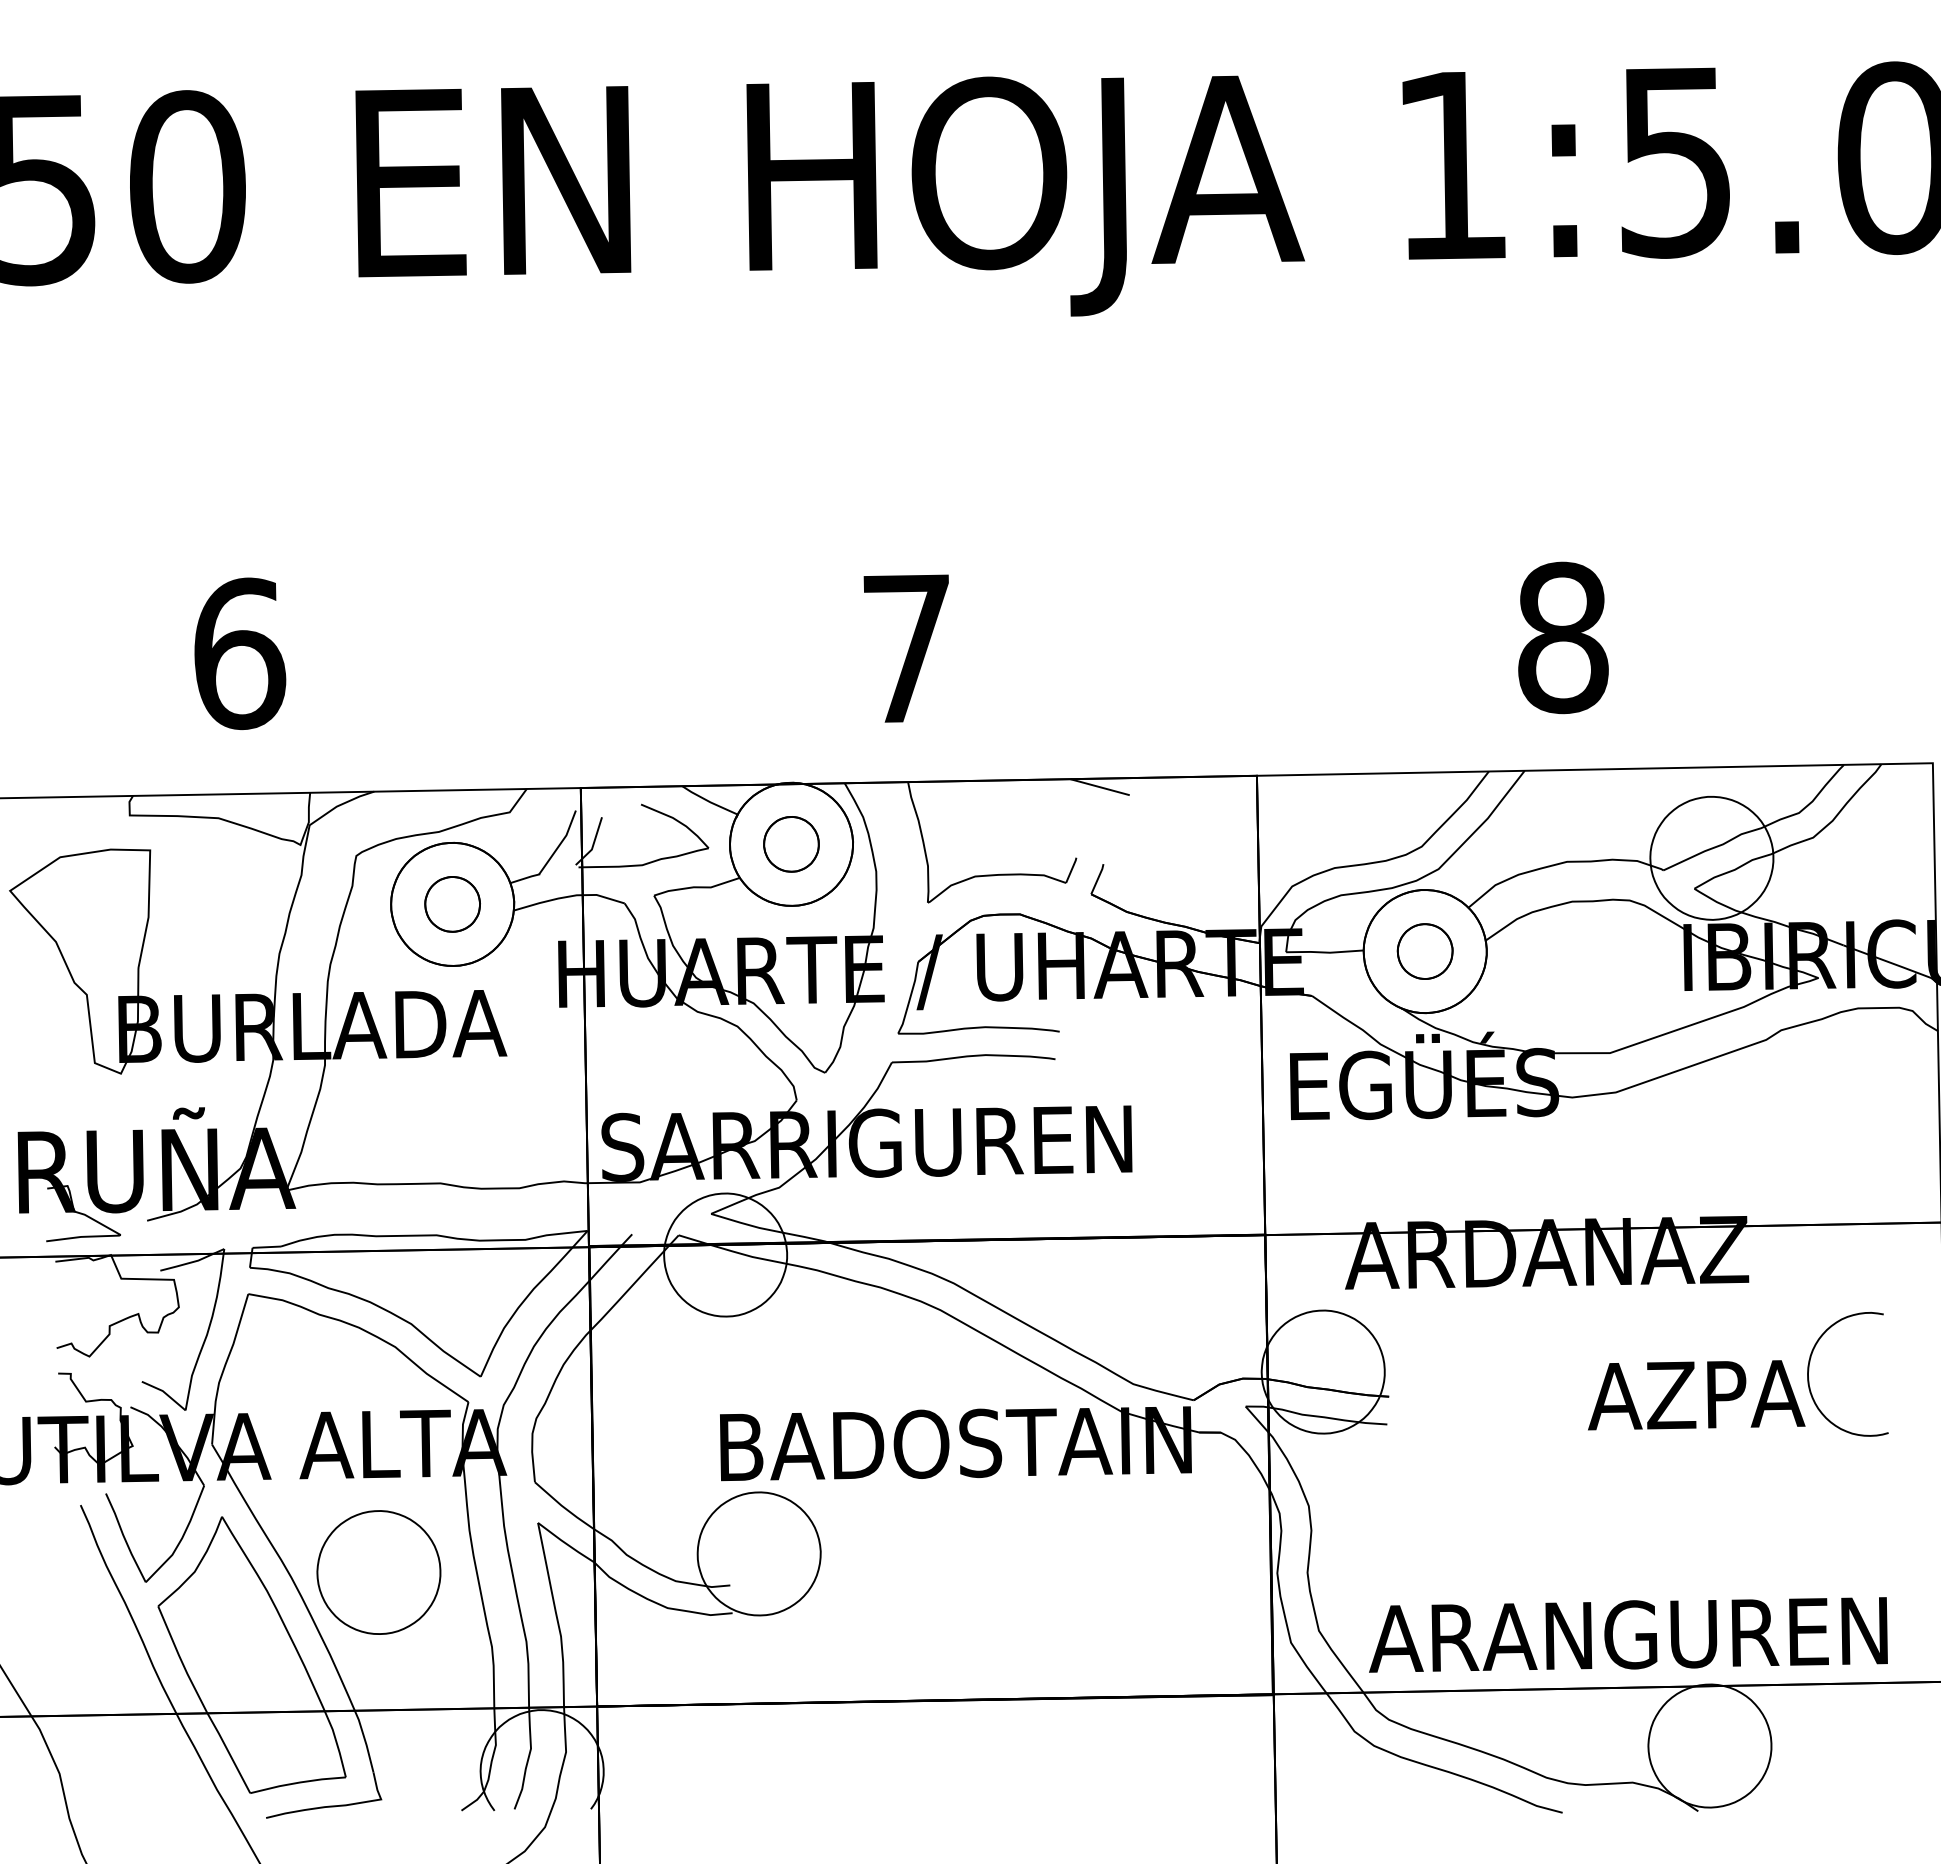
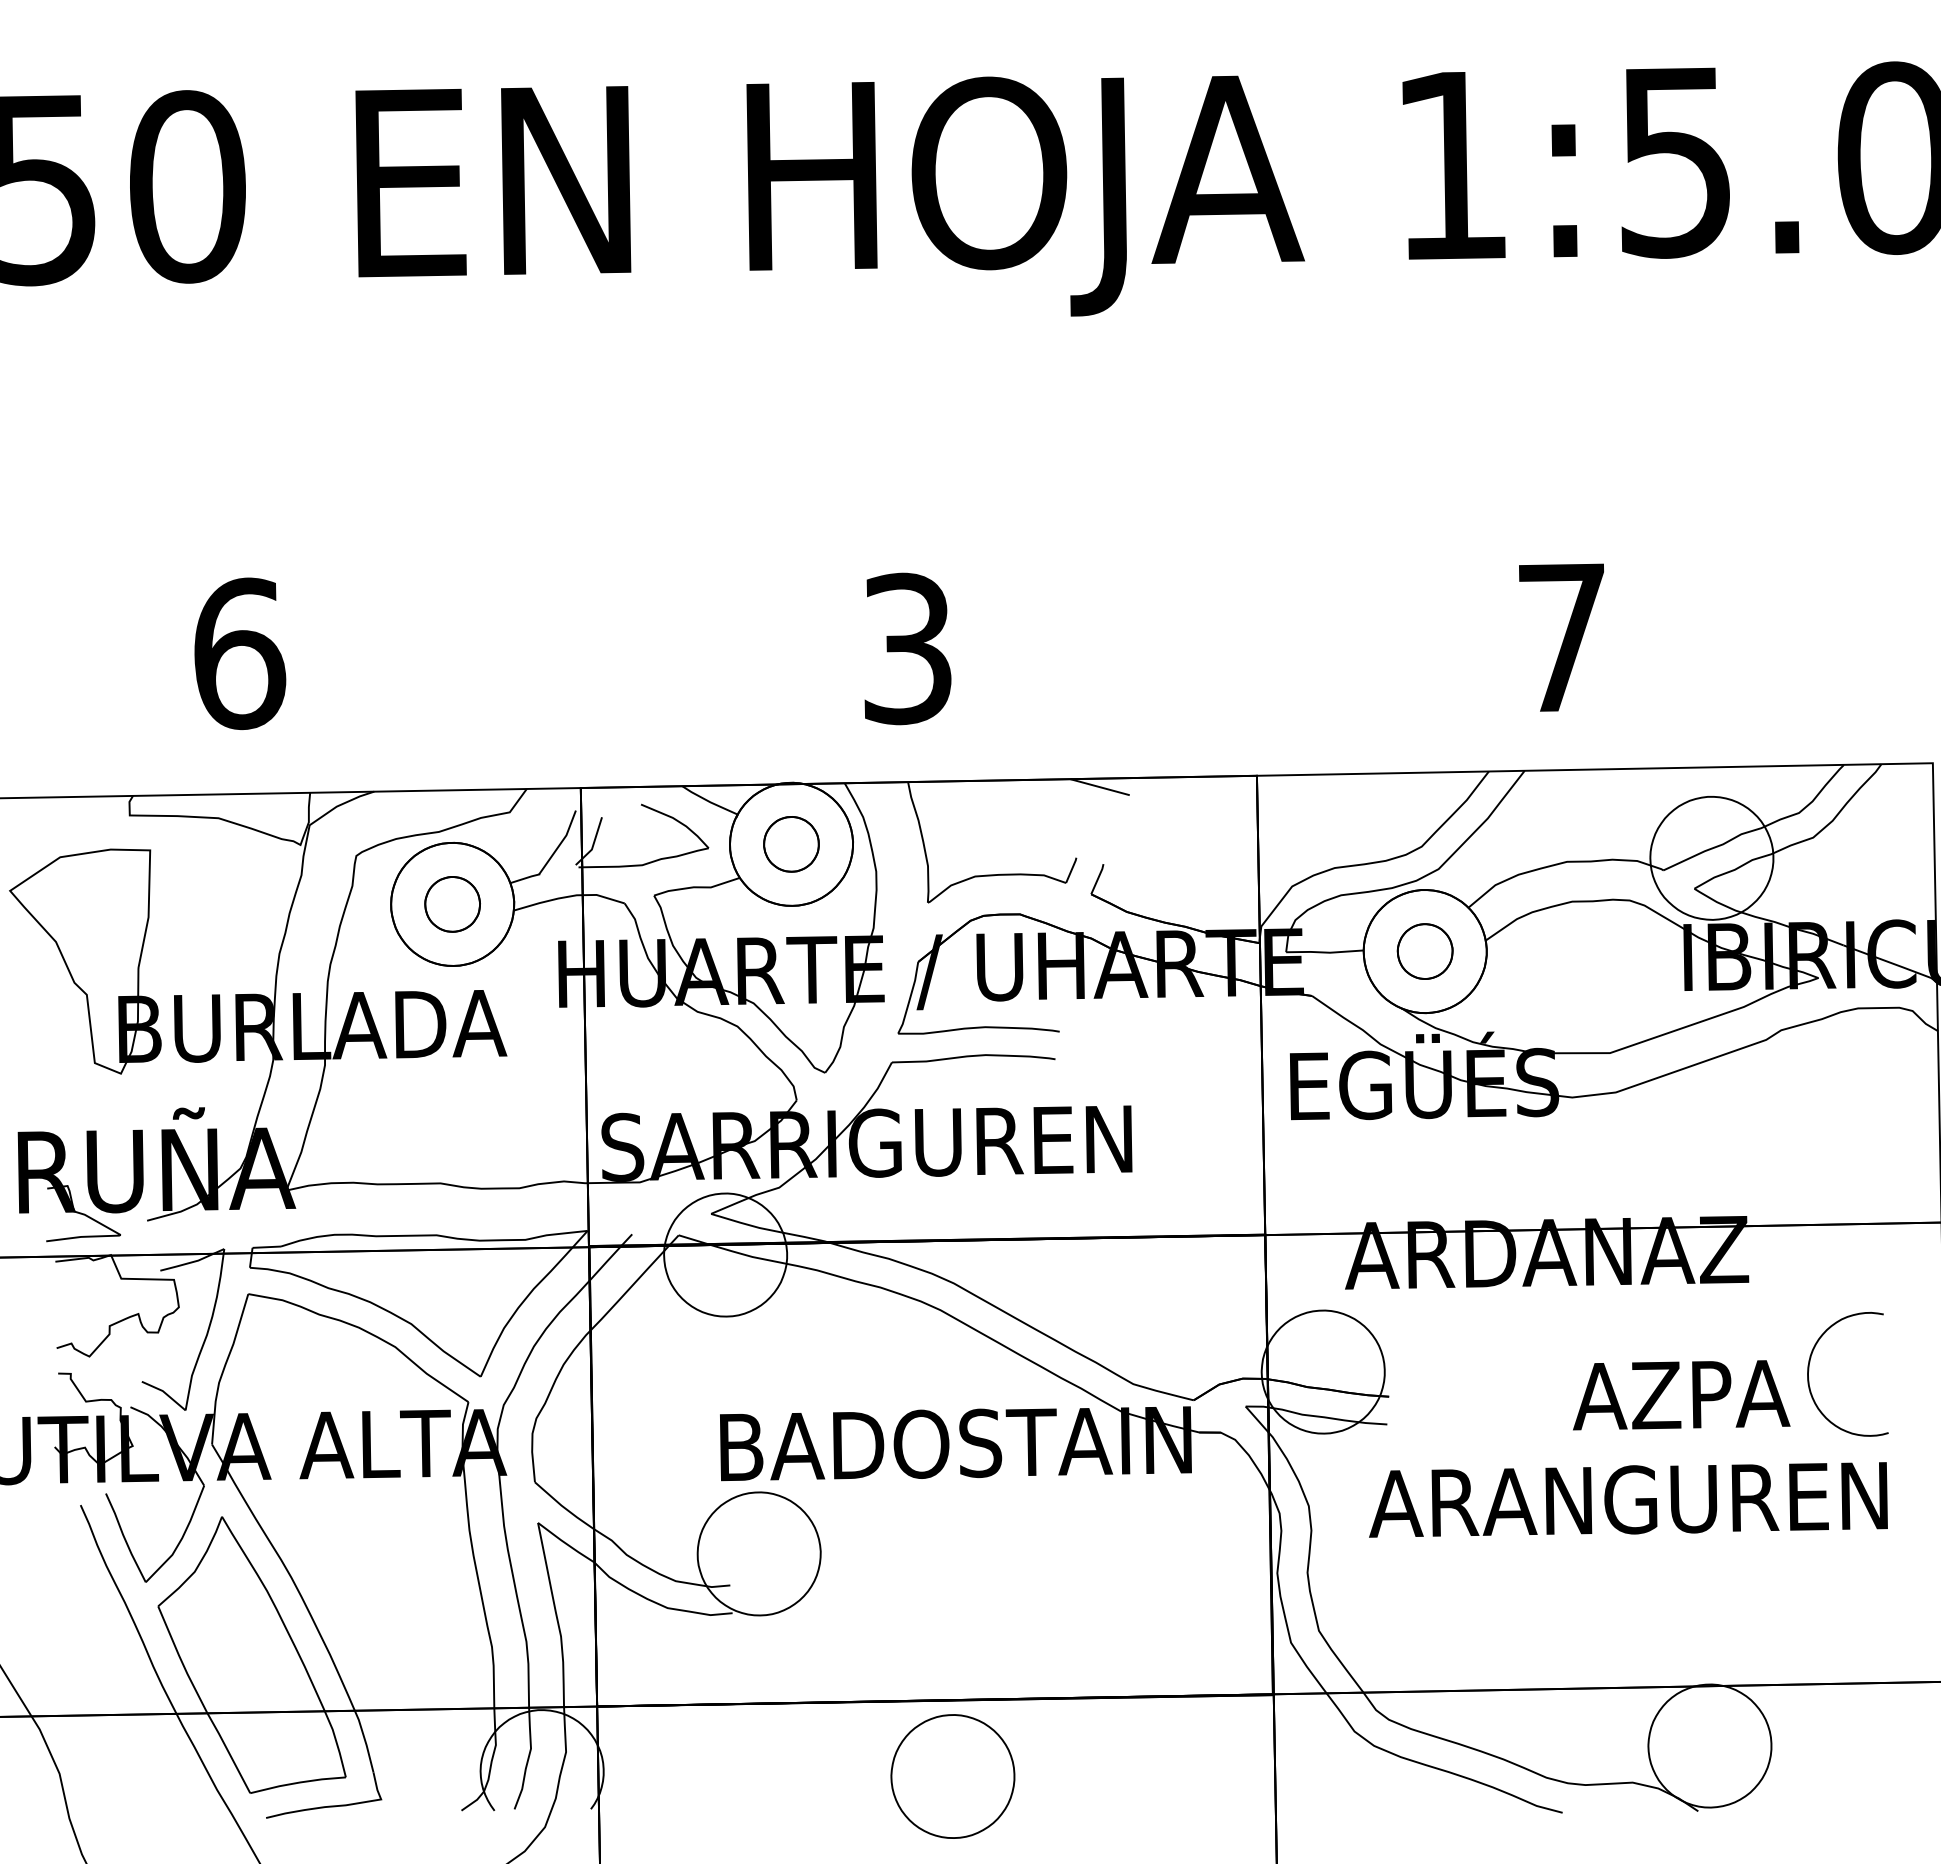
text at (1563, 637): 8 -> 7
text at (907, 648): 7 -> 3
text at (1696, 1395) position: (1696, 1395) -> (1681, 1395)
part at (378, 1572) position: (378, 1572) -> (952, 1776)
text at (1628, 1634) position: (1628, 1634) -> (1628, 1499)
